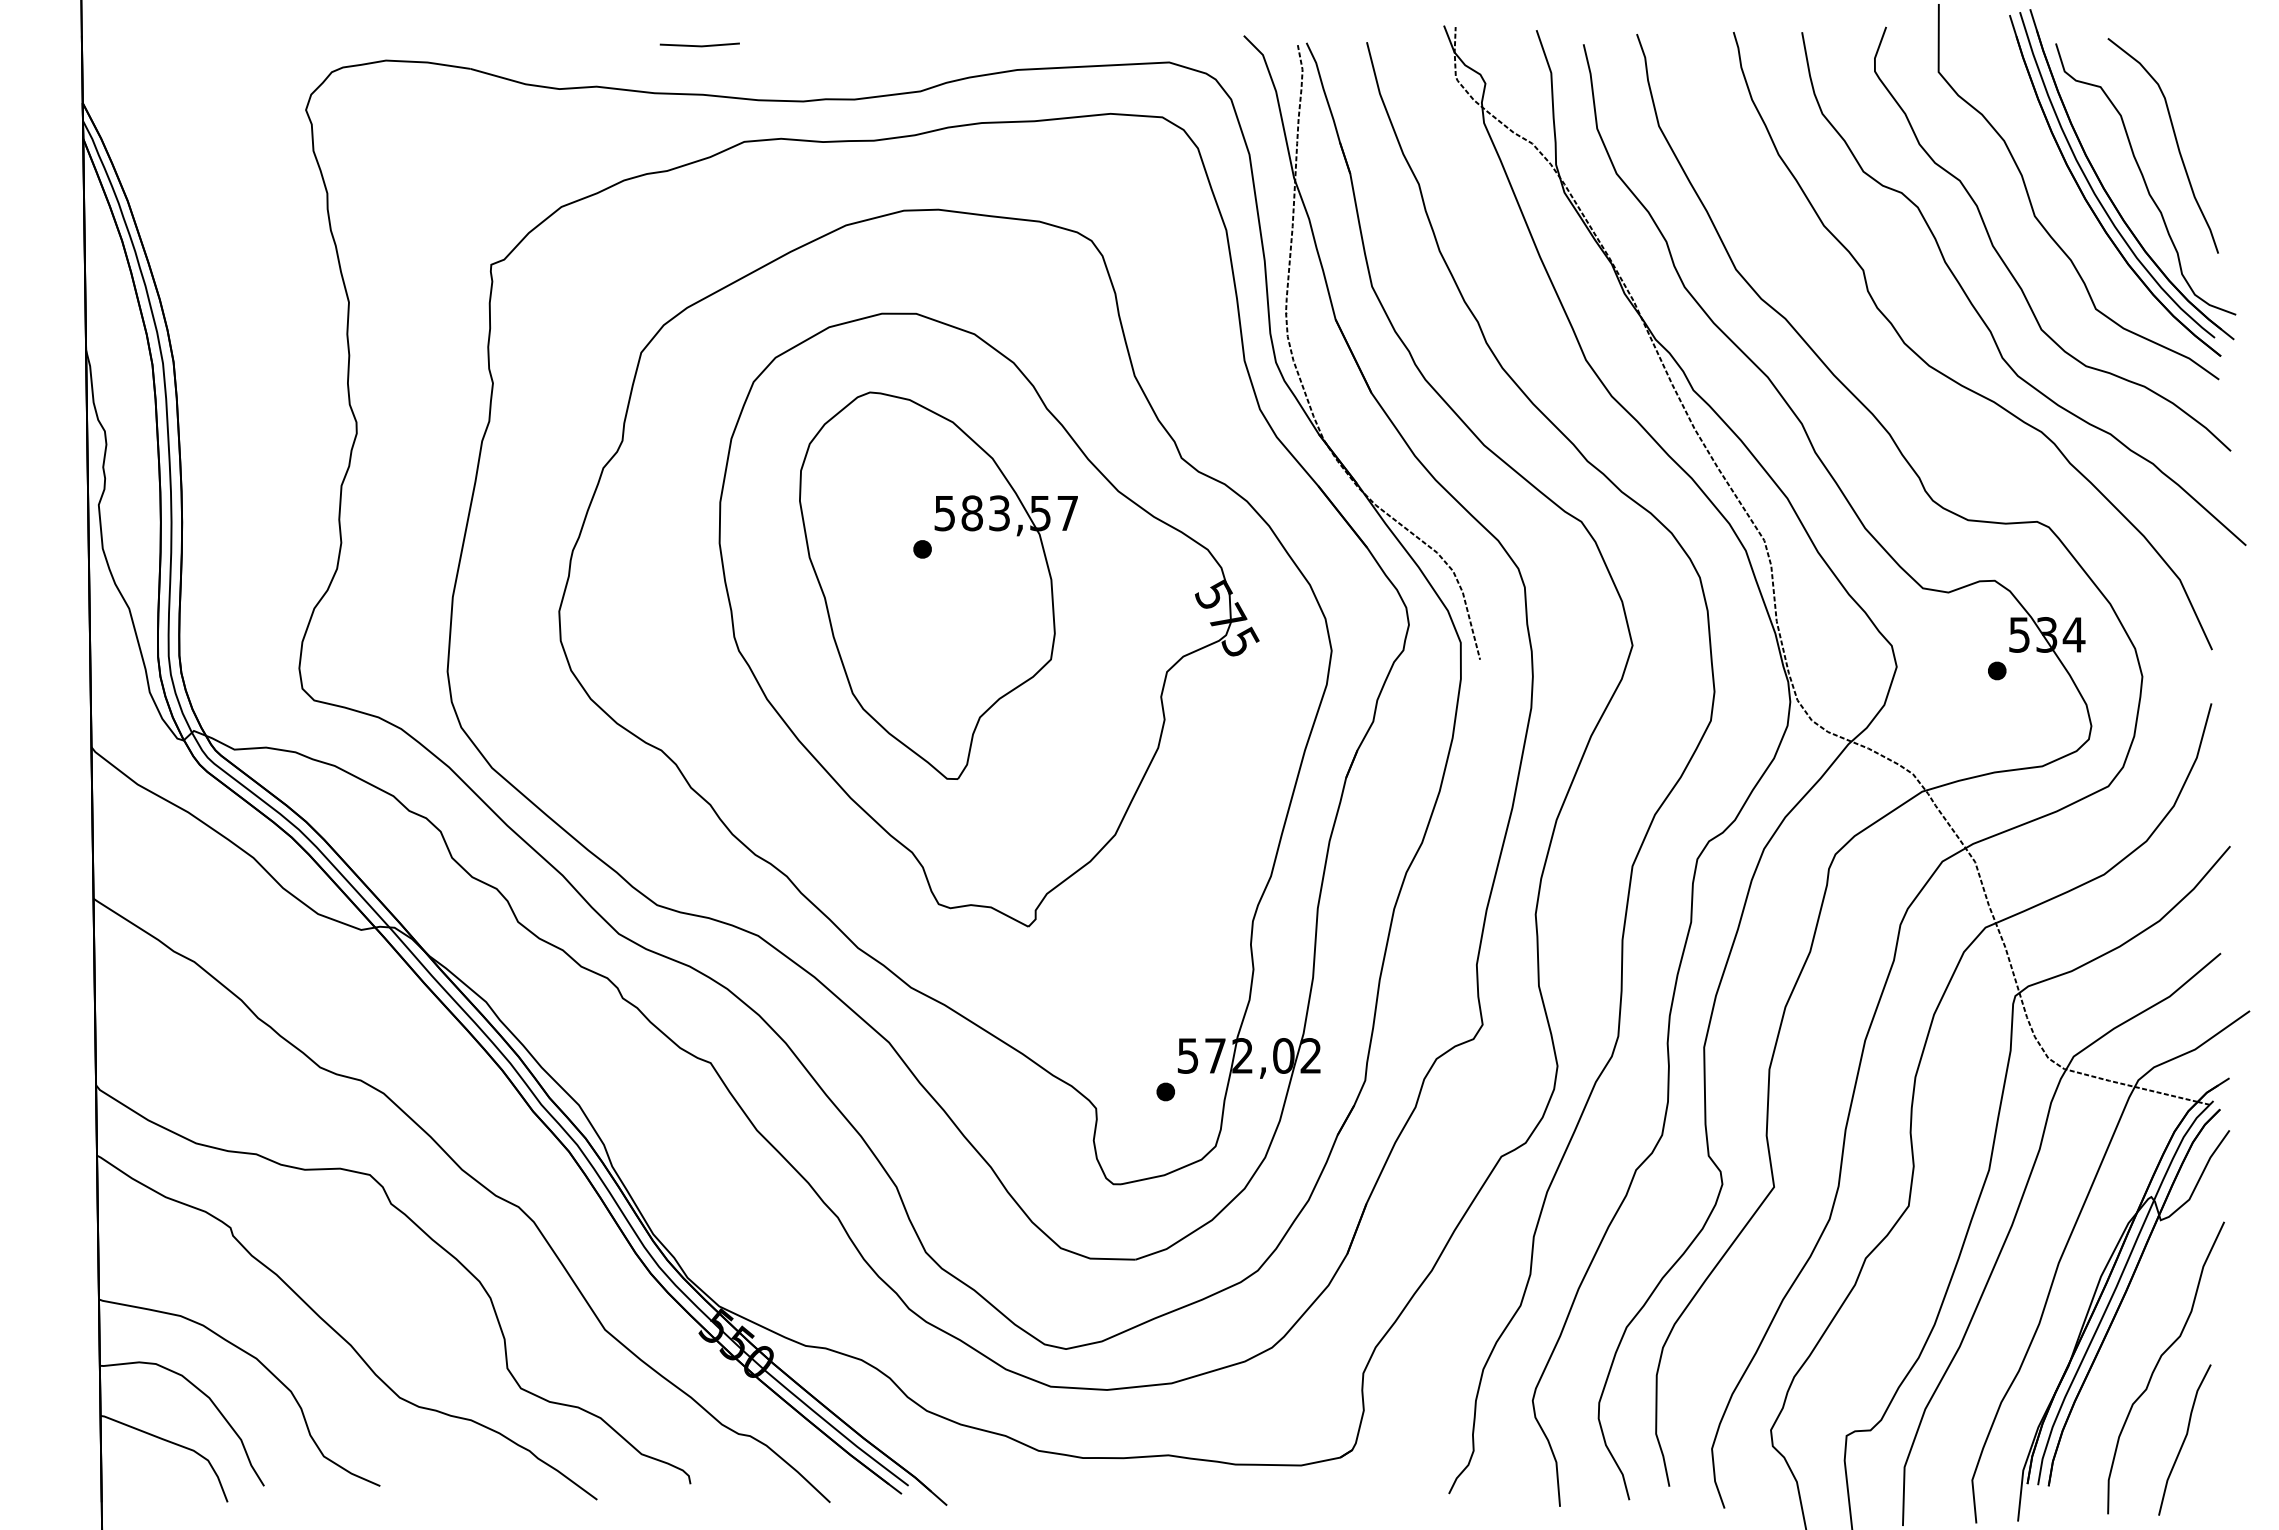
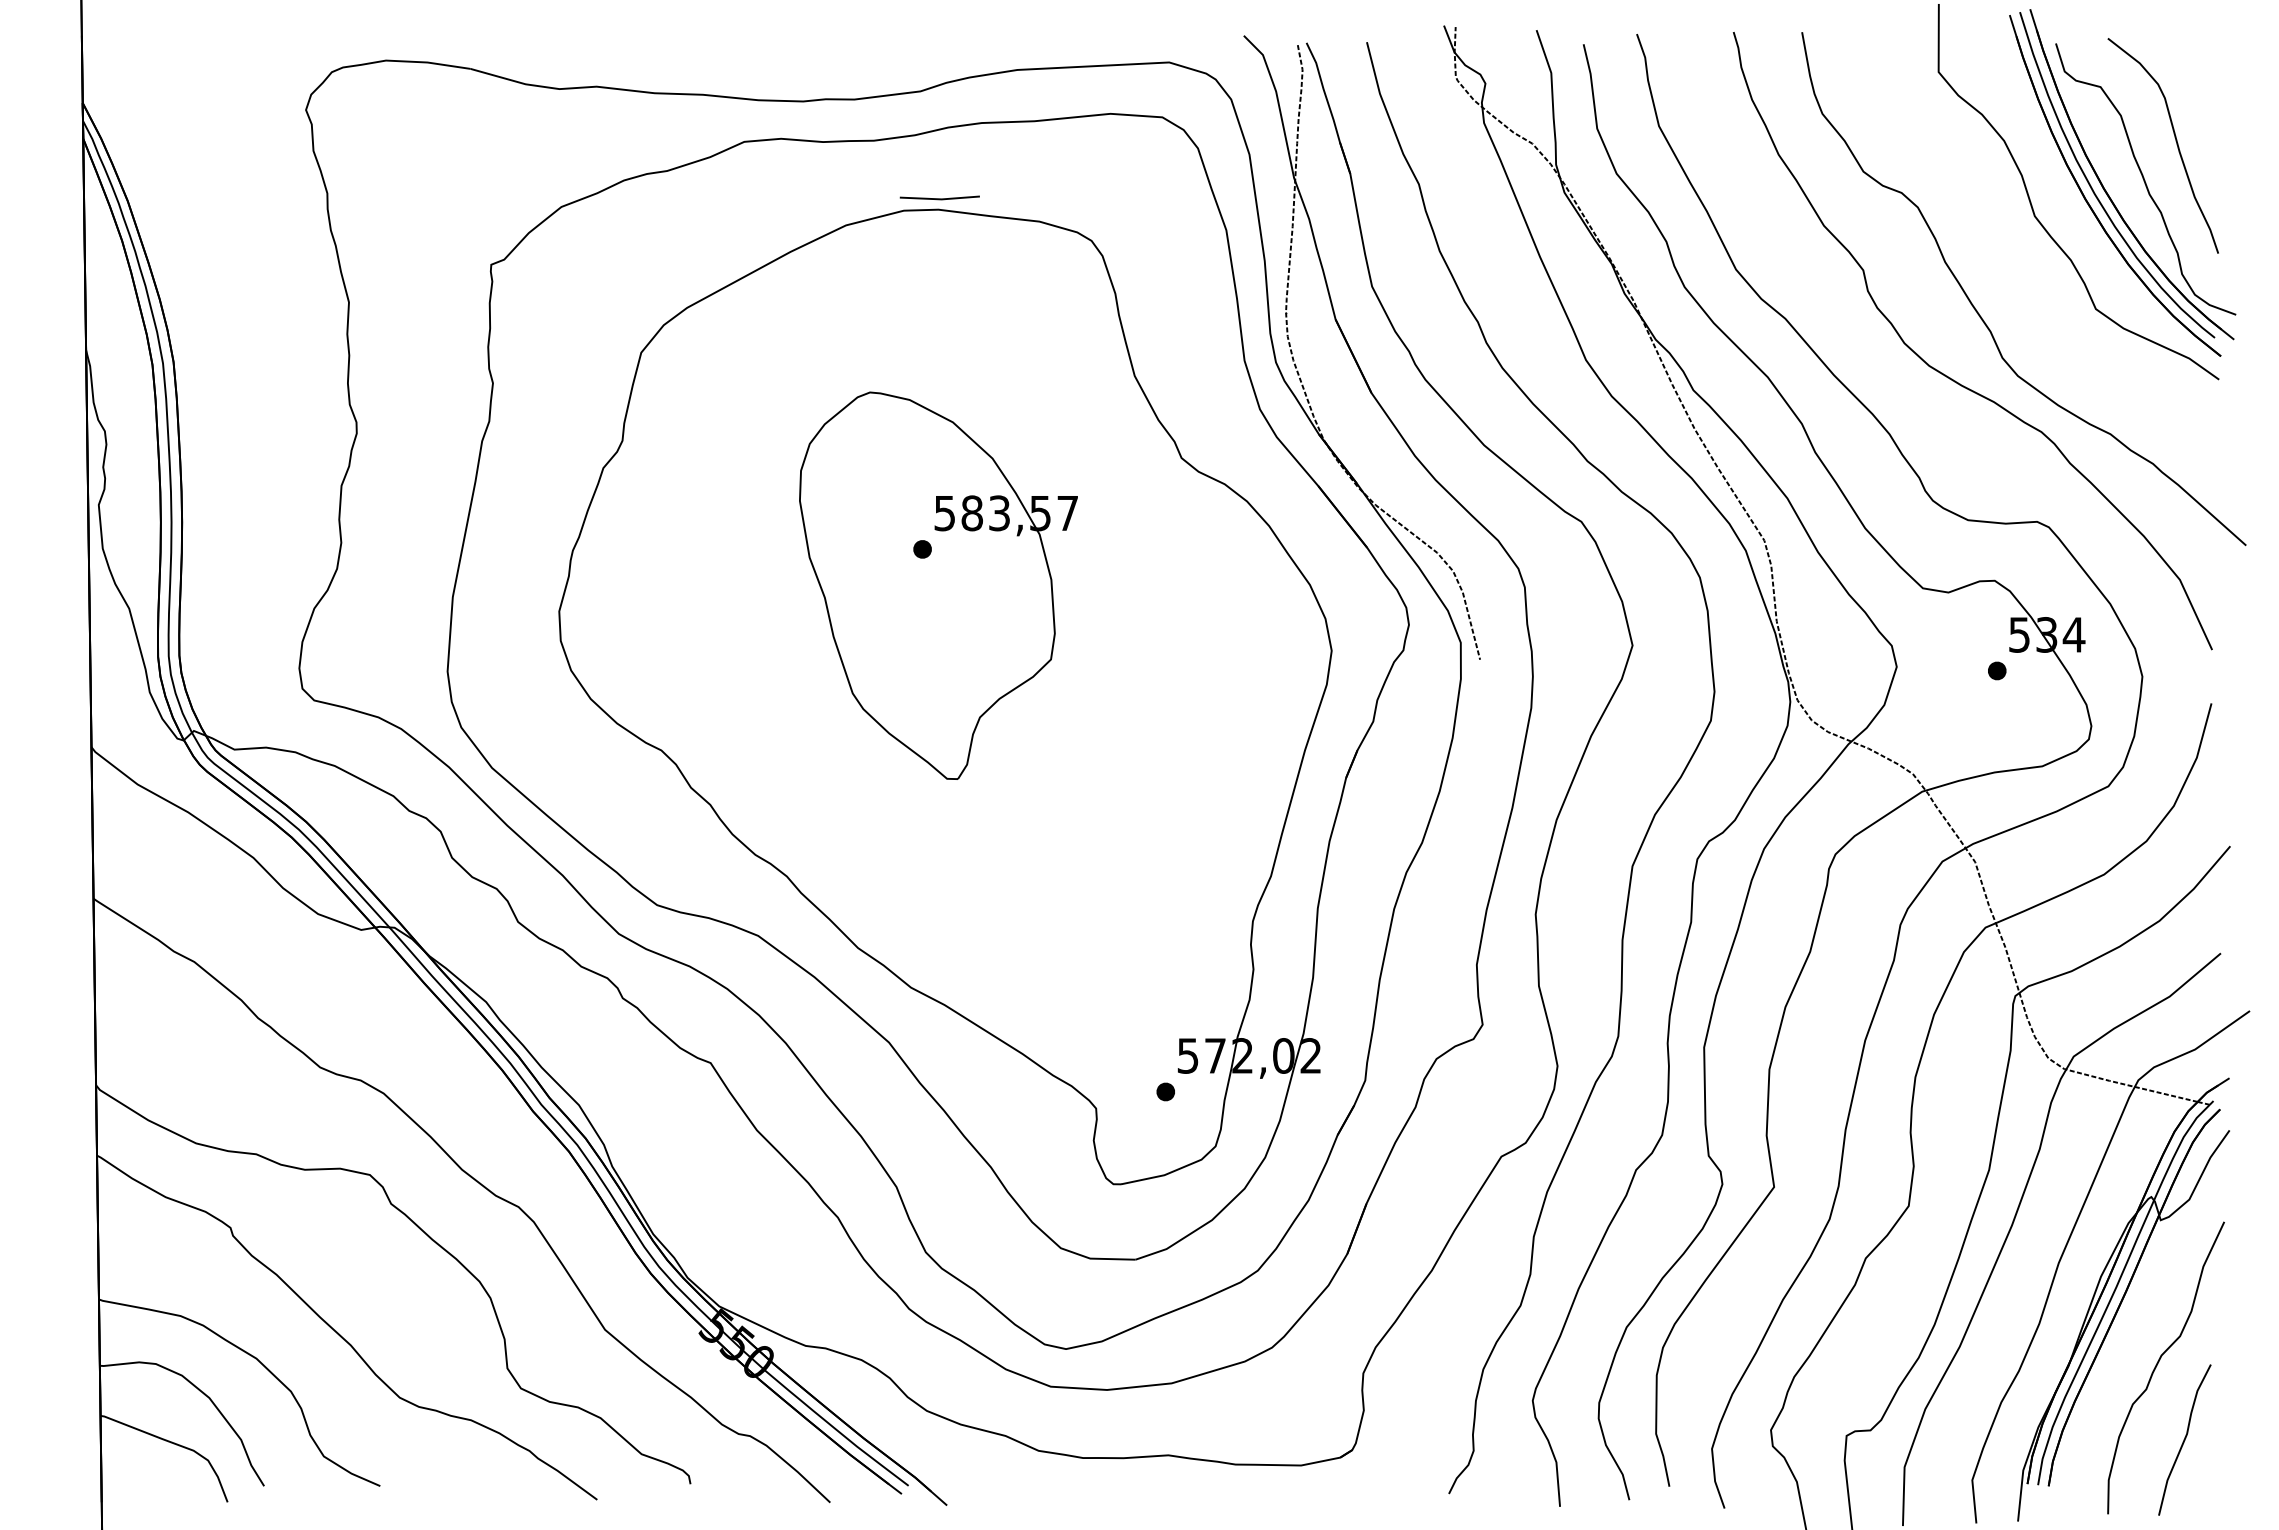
line at (699, 45) position: (699, 45) -> (939, 198)
curve at (2008, 267): present -> none
part at (988, 619): present -> none
